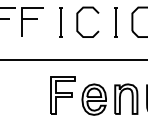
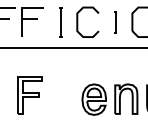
part at (115, 22) size: 4x31 px -> 3x23 px
line at (73, 59) position: (73, 59) -> (73, 47)
part at (62, 95) position: (62, 95) -> (29, 95)
